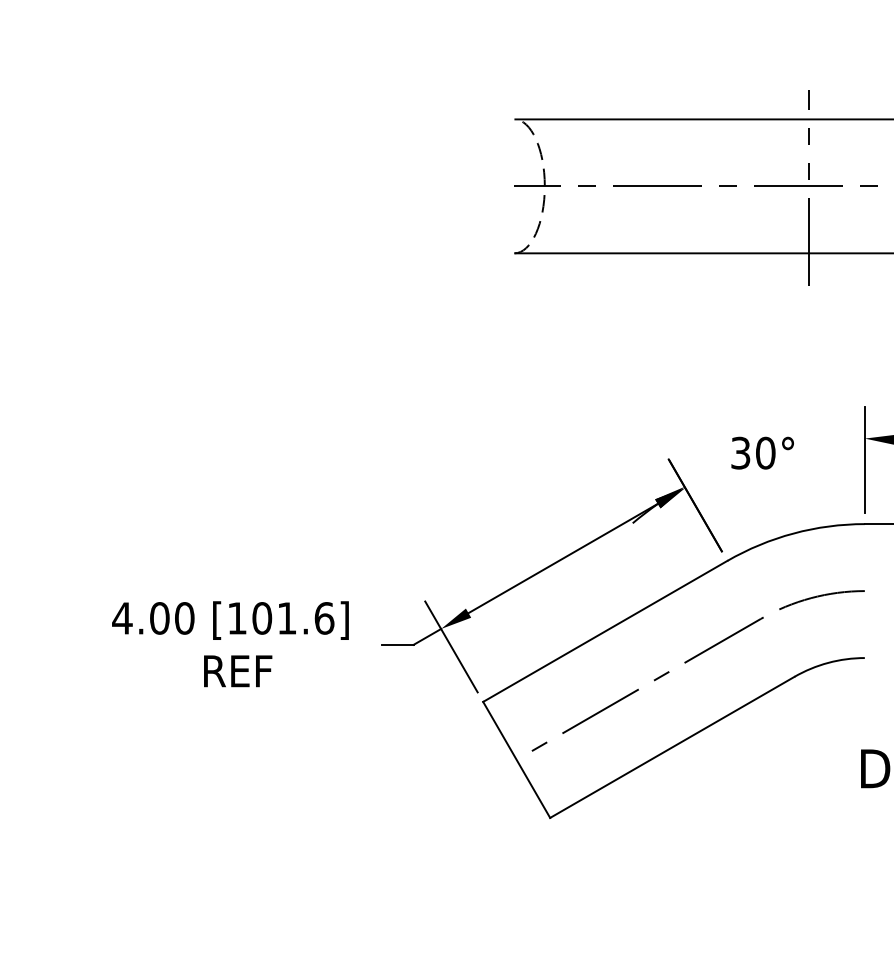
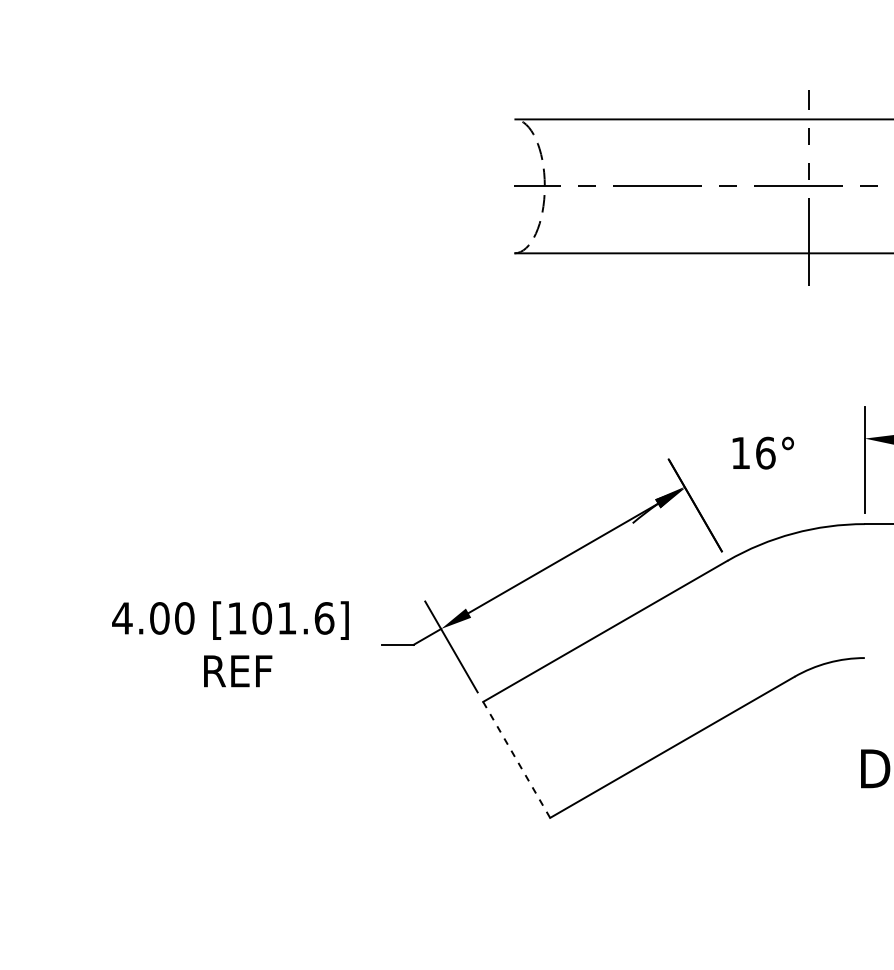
text at (753, 452): 30° -> 16°
part at (691, 660): present -> none
line at (516, 759): solid -> dashed
